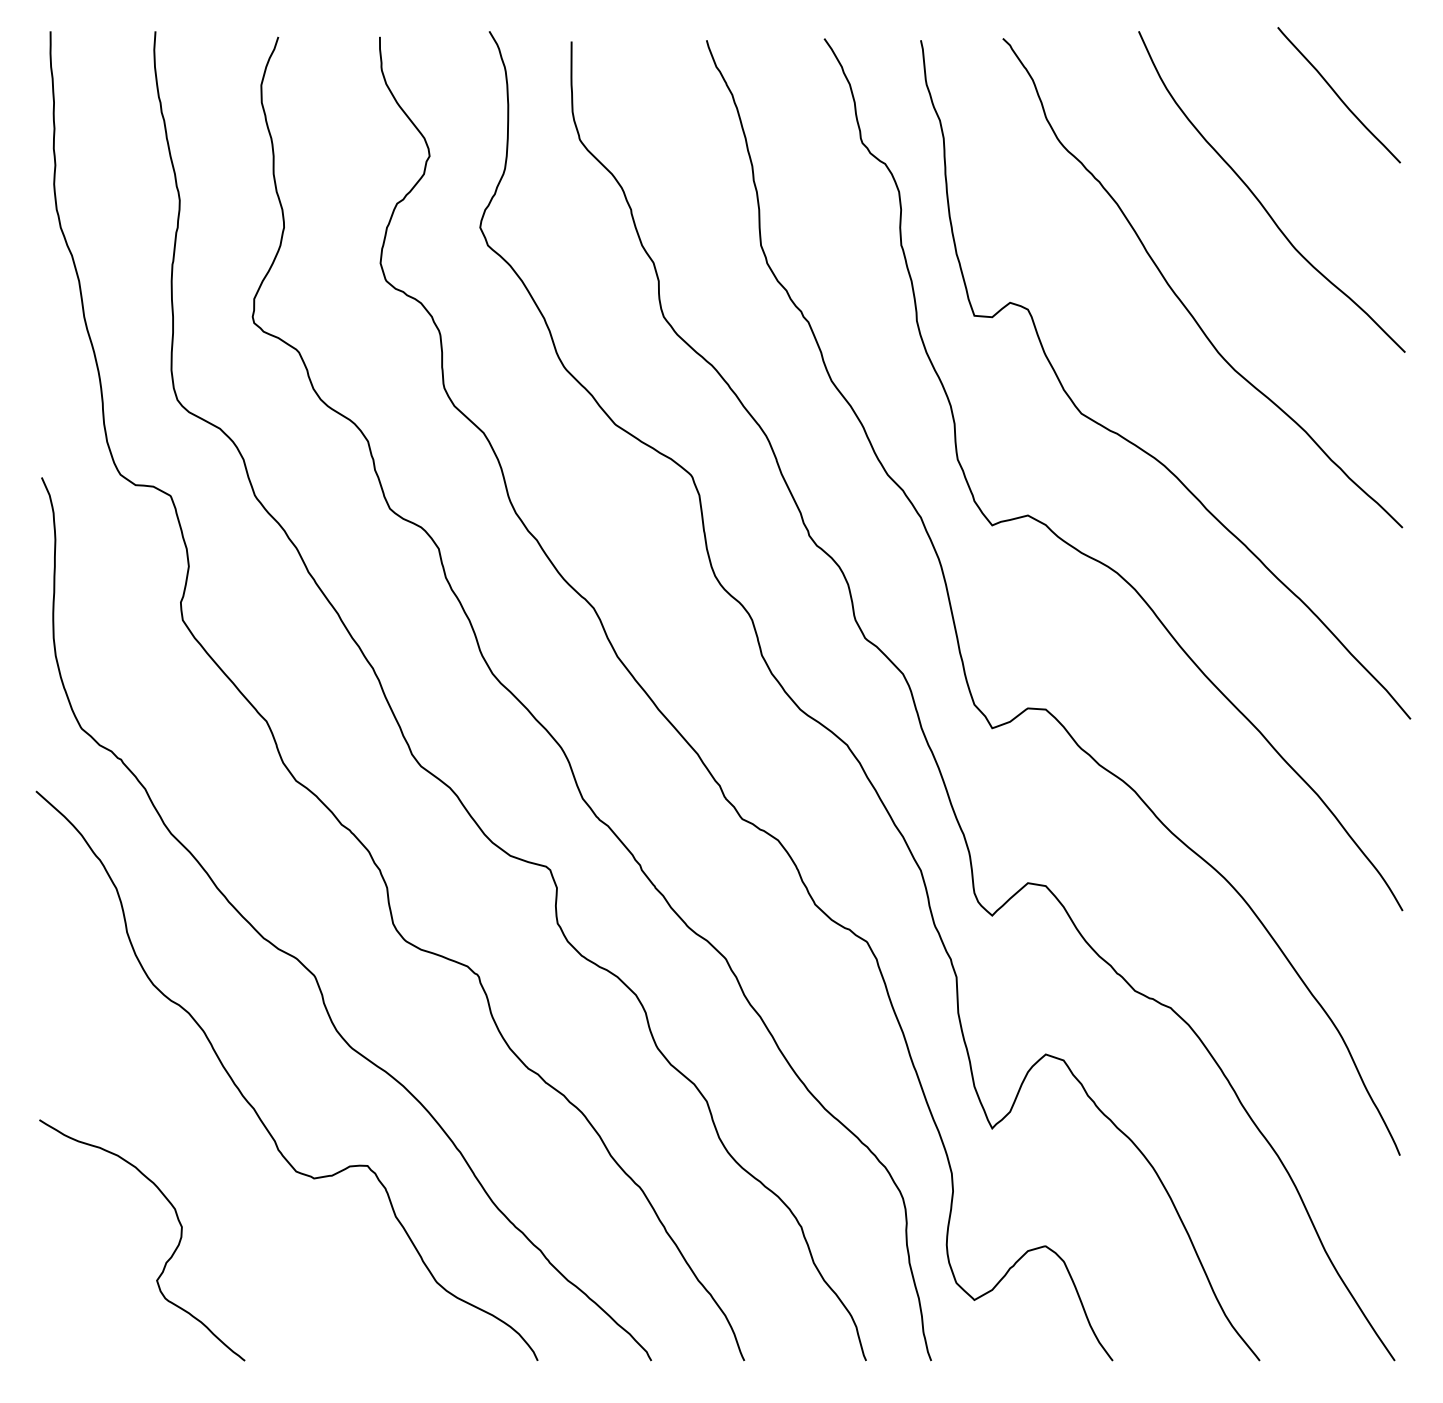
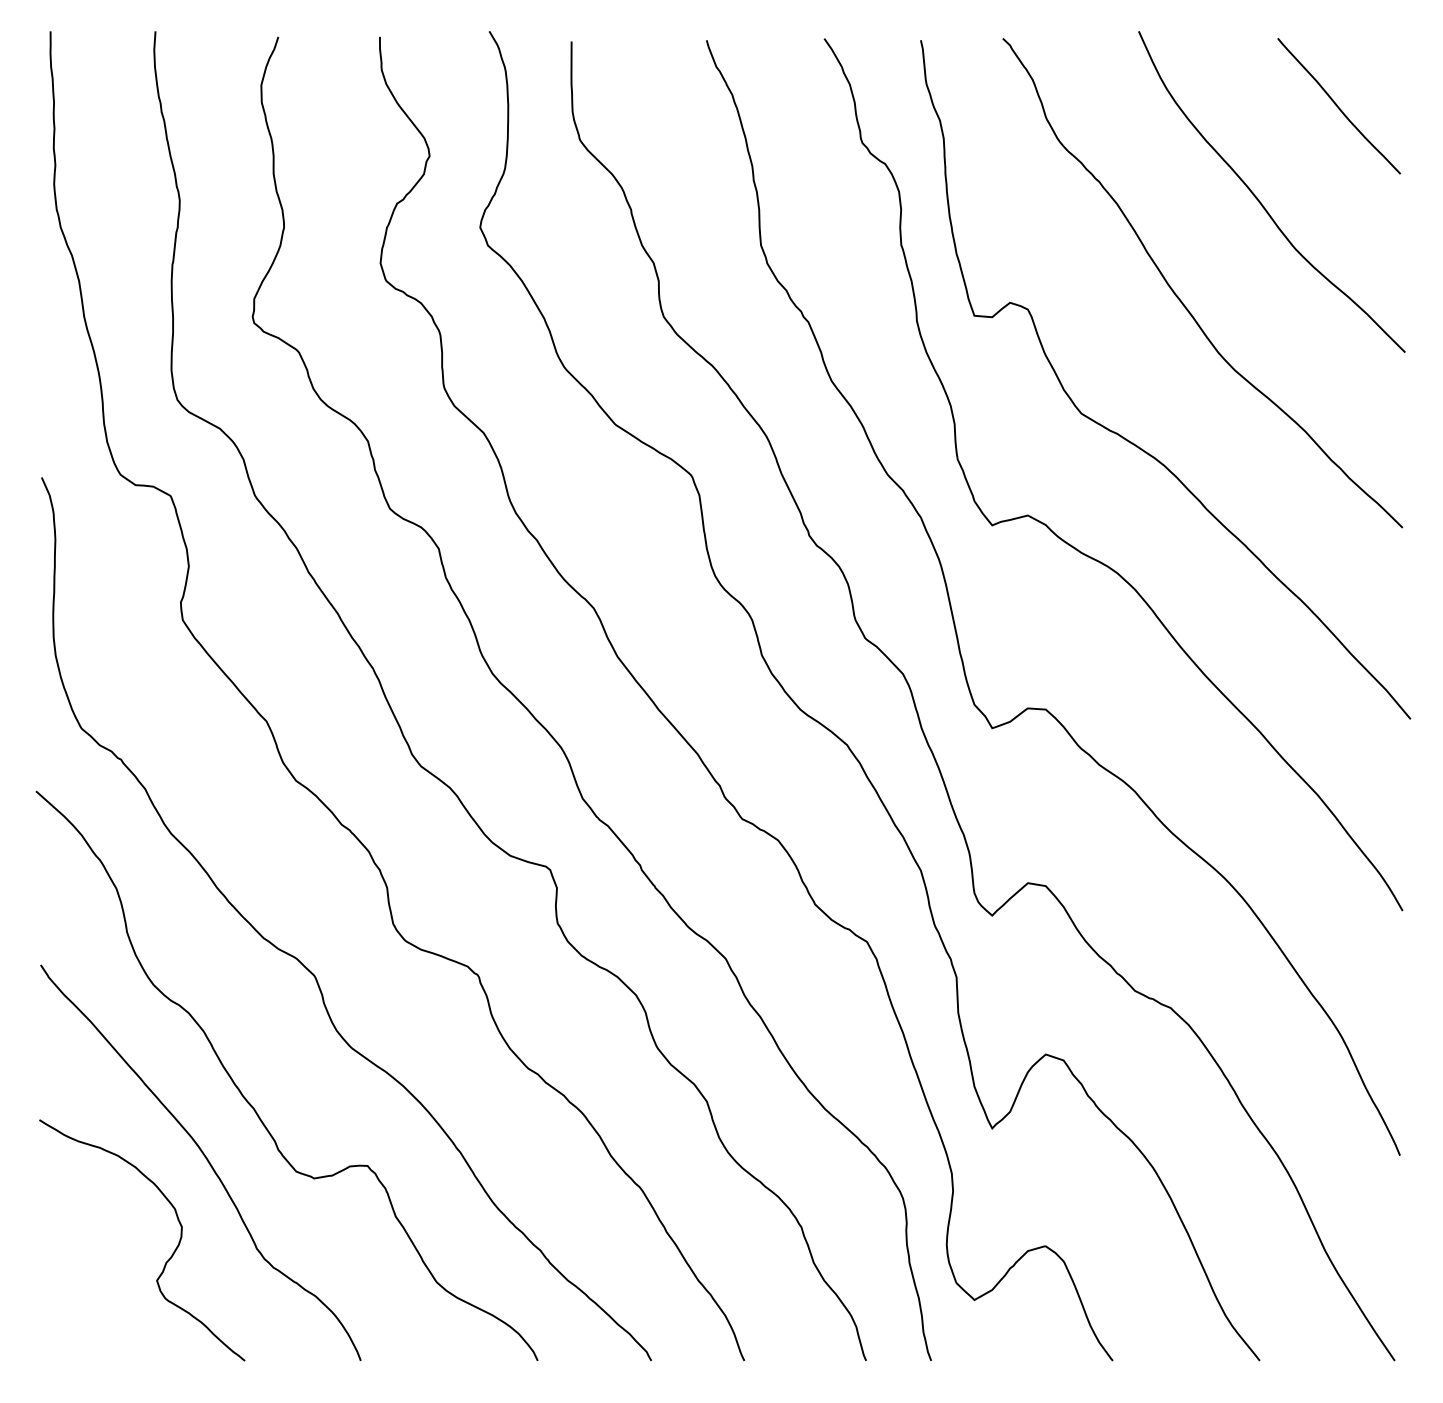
curve at (1338, 95) position: (1338, 95) -> (1338, 106)
curve at (206, 1160): none -> present
